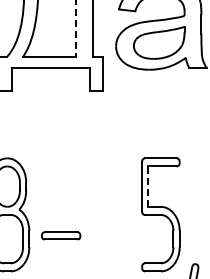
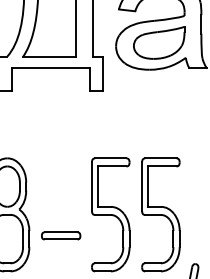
line at (76, 28): dashed -> solid
line at (148, 186): dashed -> solid
part at (110, 214): none -> present
